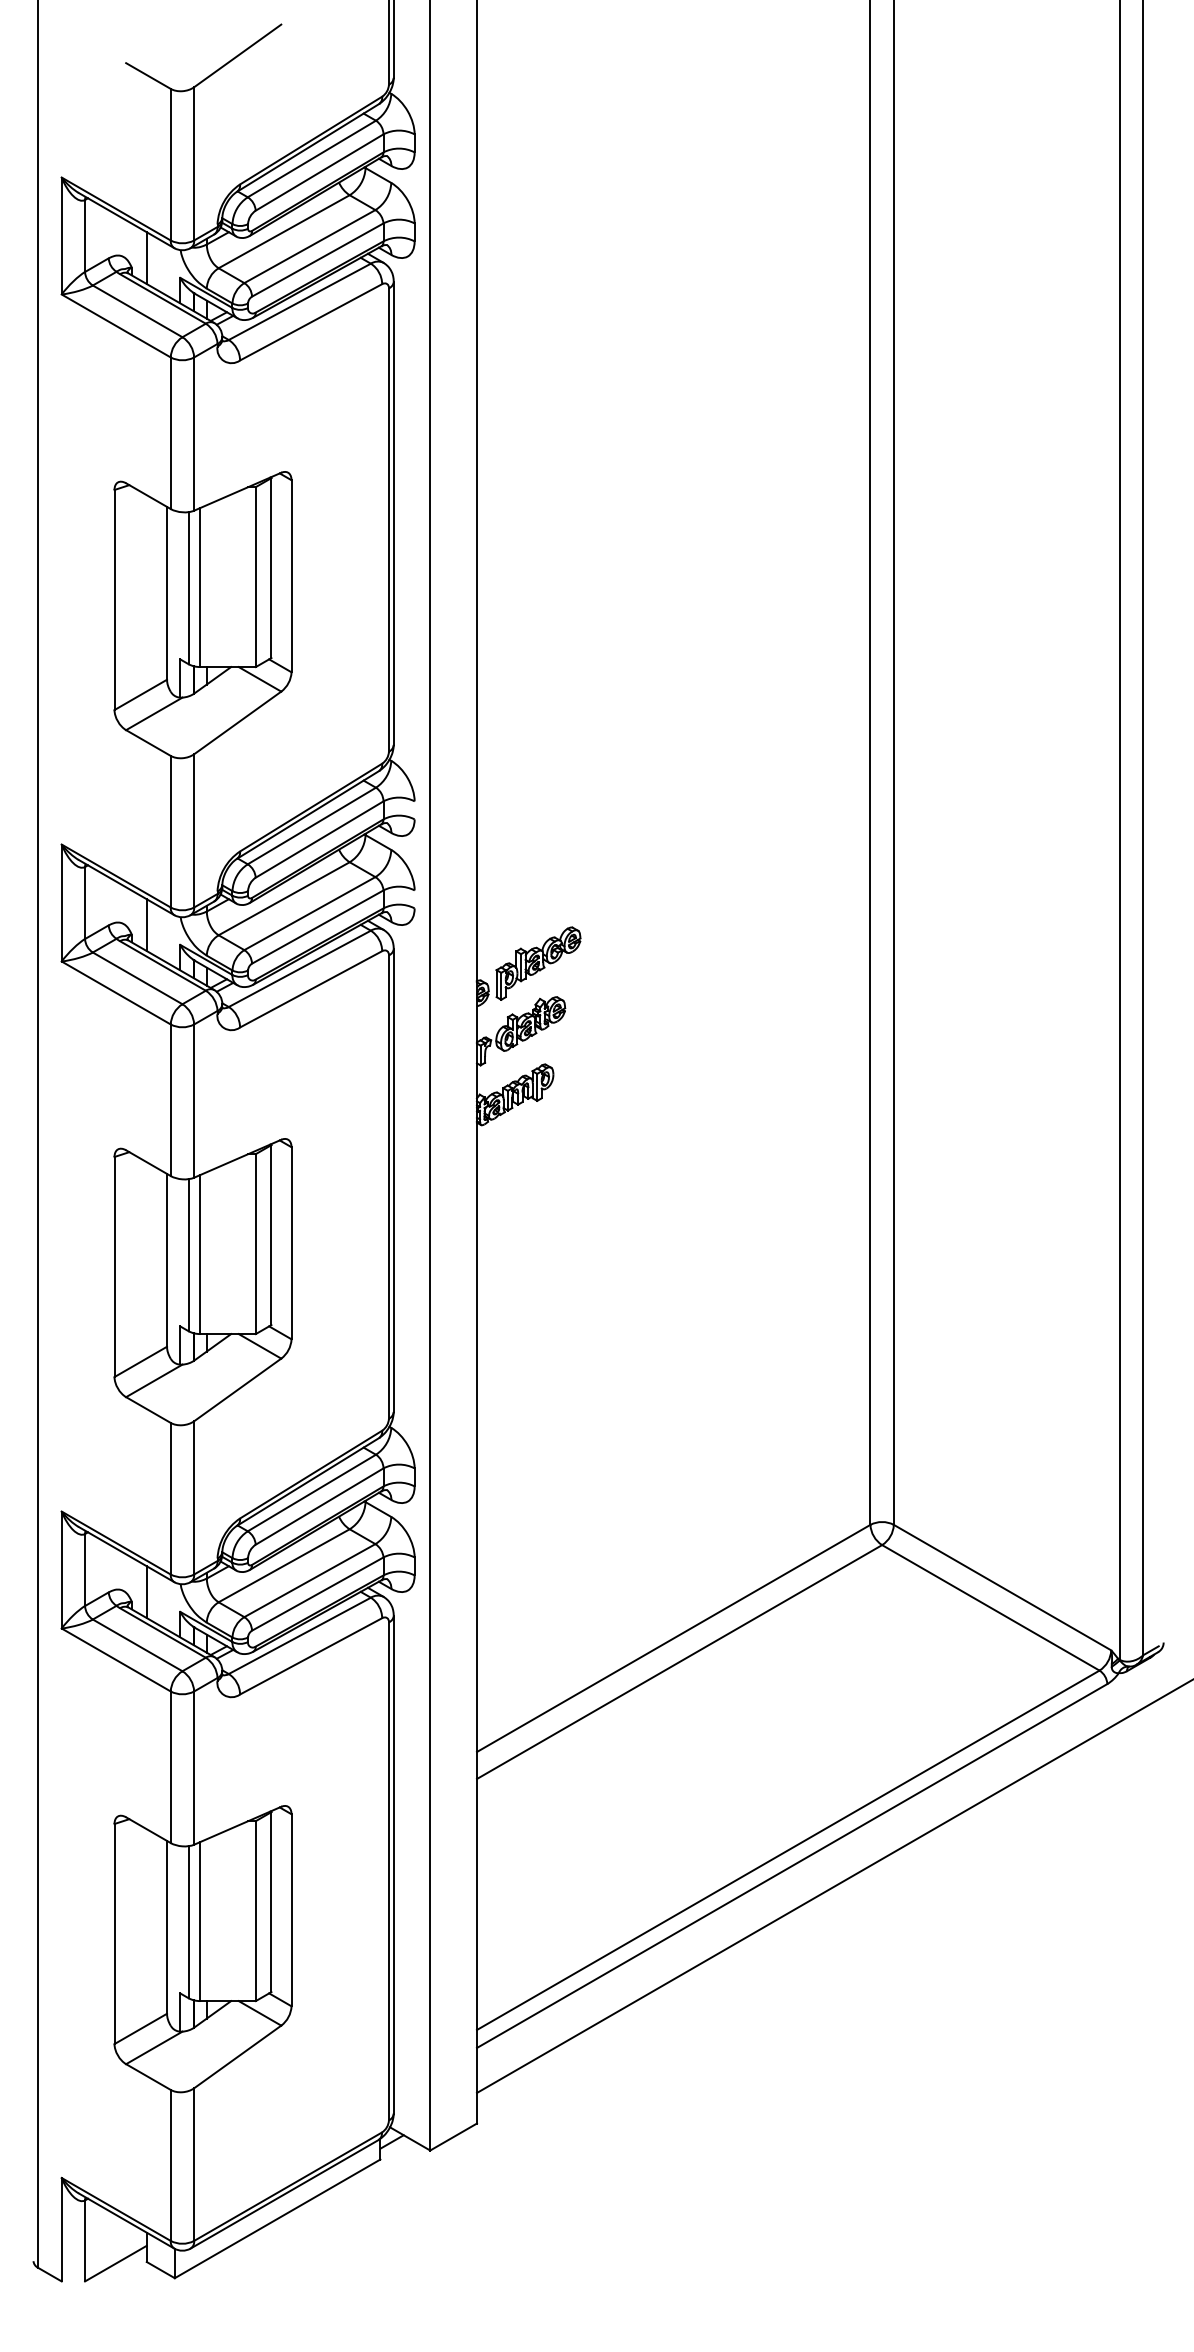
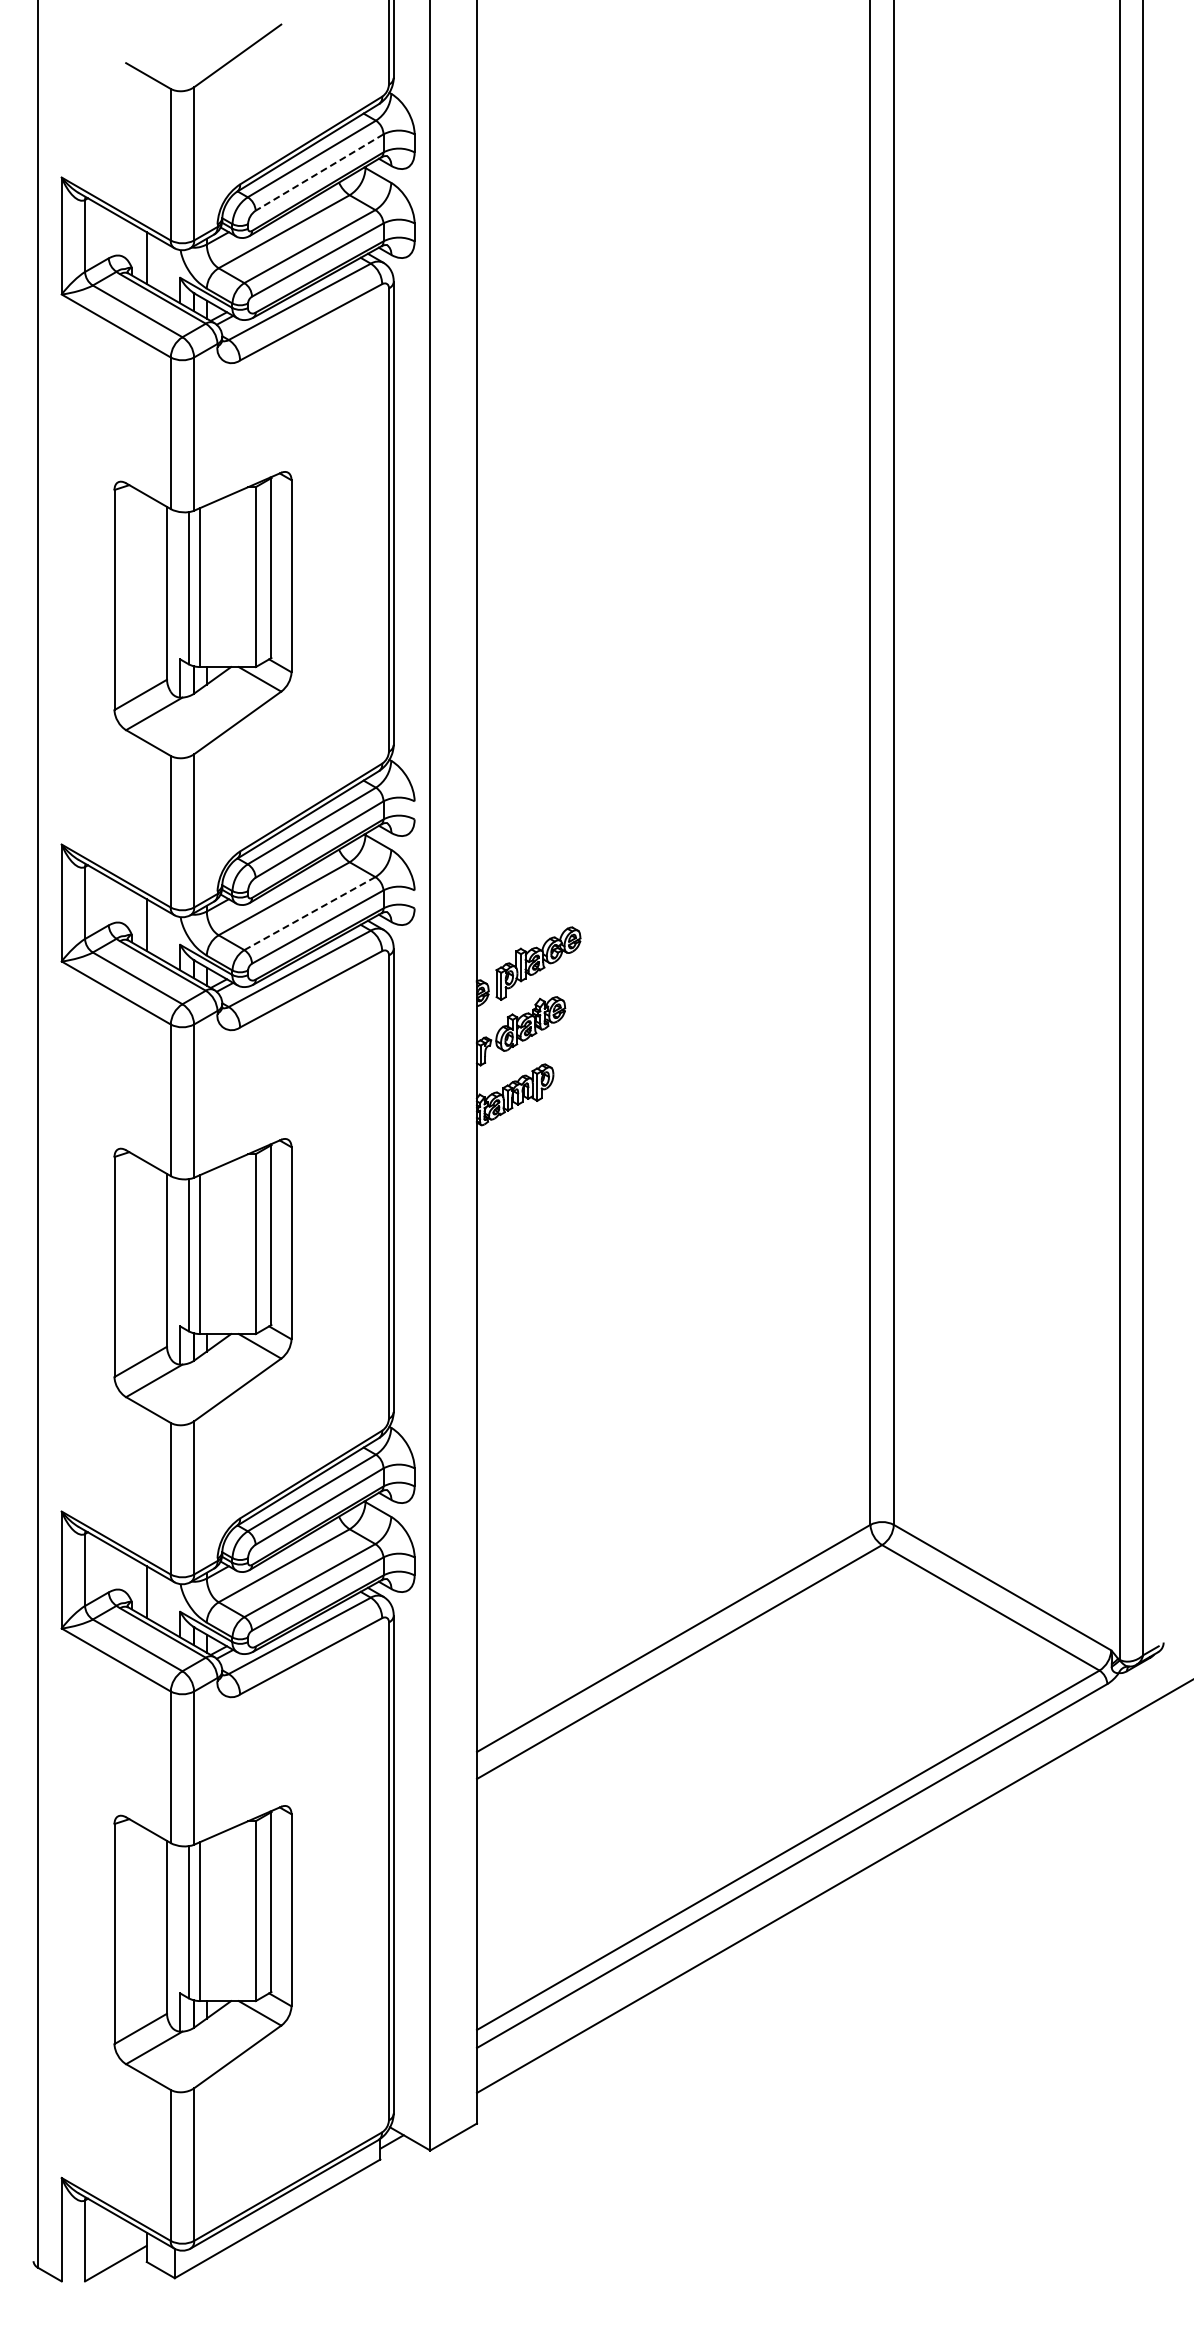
line at (319, 172): solid -> dashed
line at (310, 913): solid -> dashed
